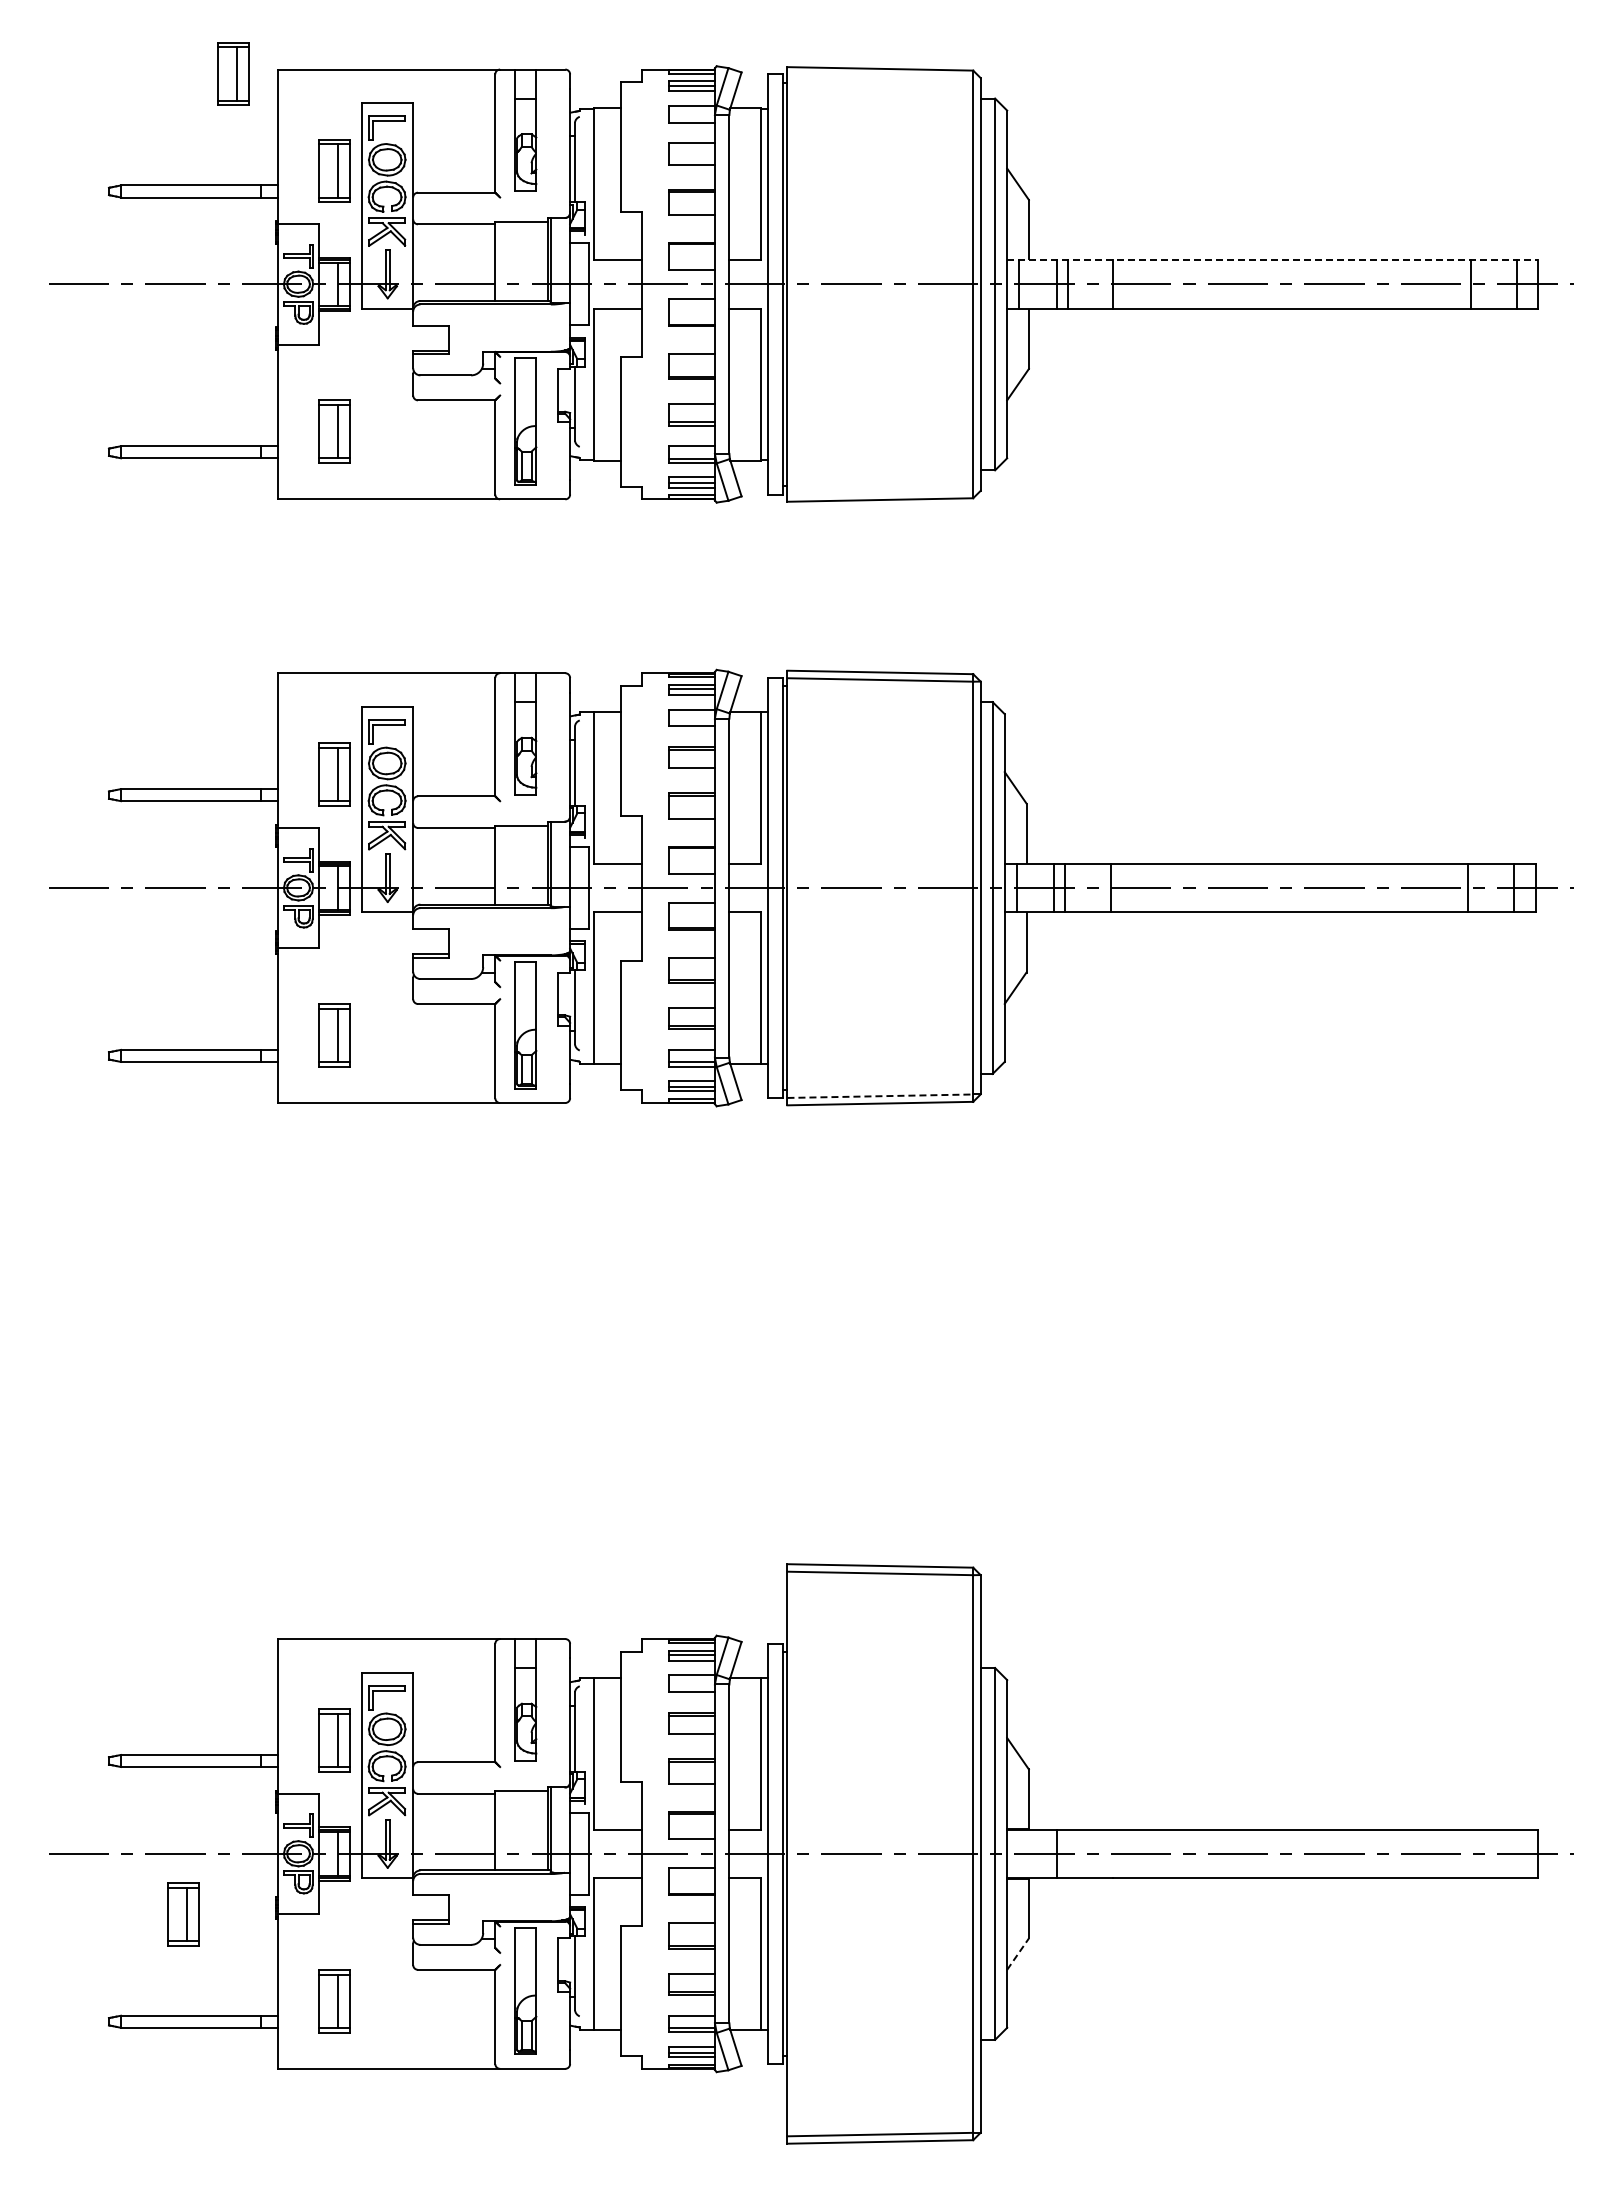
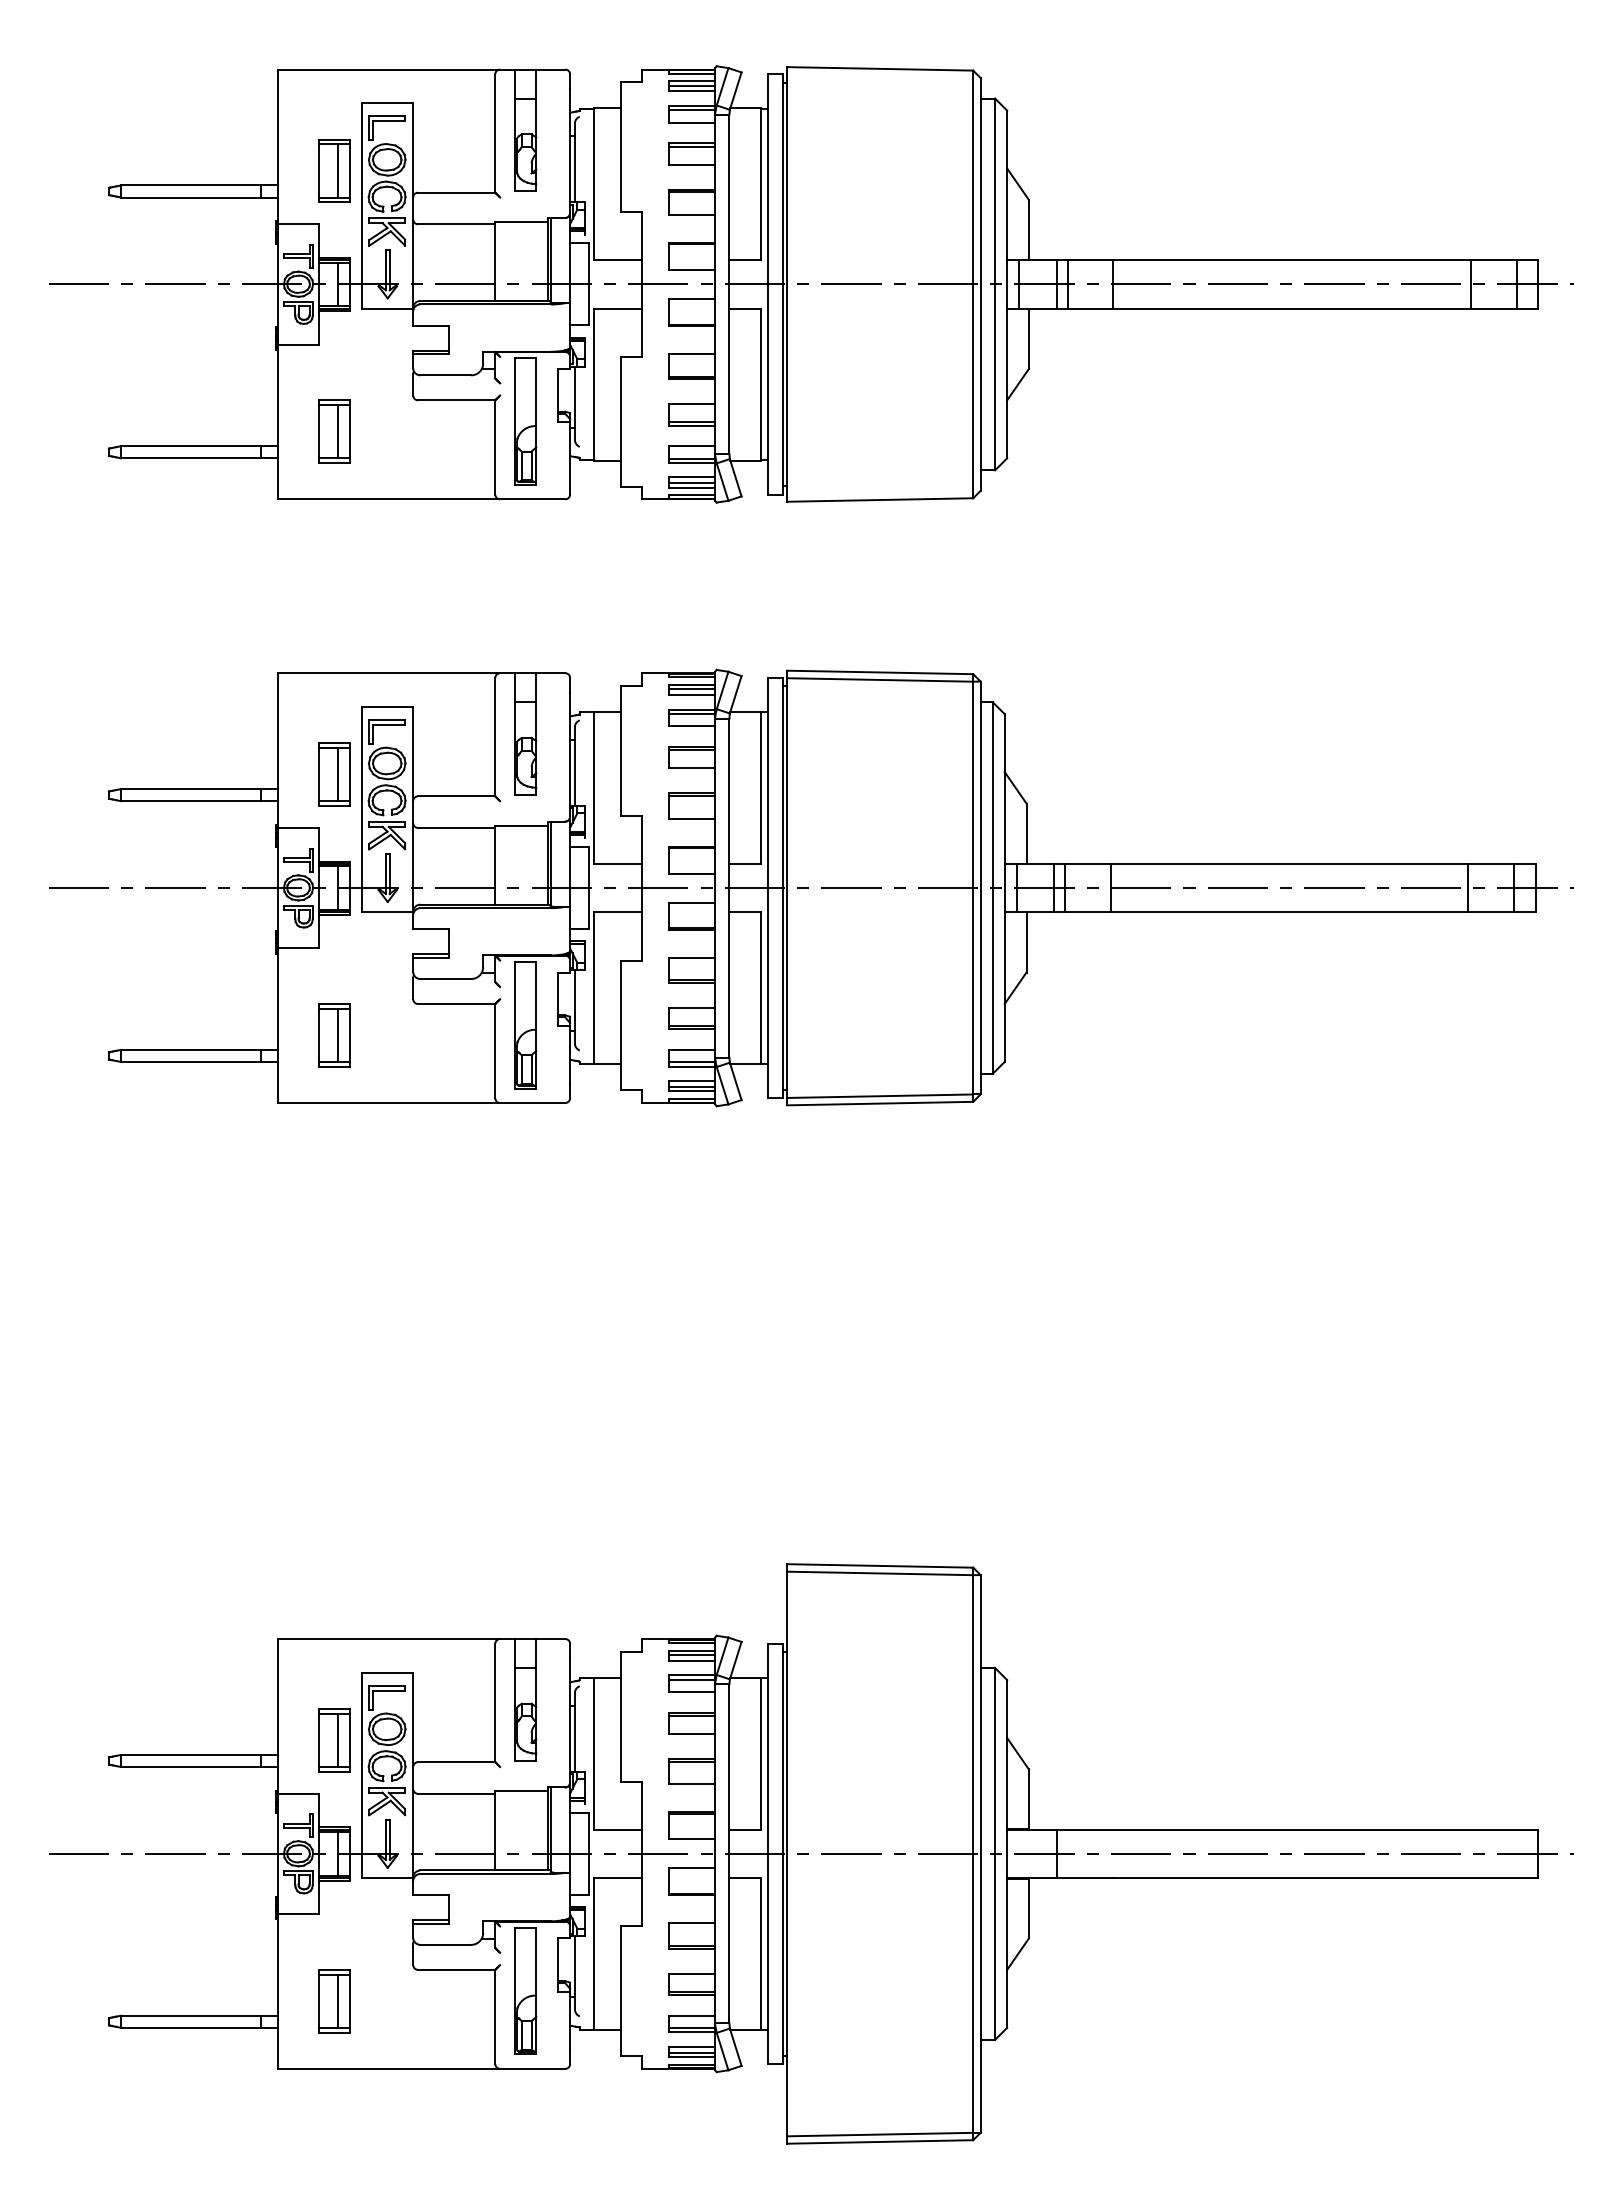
part at (233, 73): present -> none
line at (691, 110): none -> present
line at (691, 146): none -> present
line at (1272, 260): dashed -> solid
line at (691, 713): none -> present
line at (880, 1096): dashed -> solid
line at (691, 1679): none -> present
part at (183, 1914): present -> none
line at (1018, 1953): dashed -> solid
